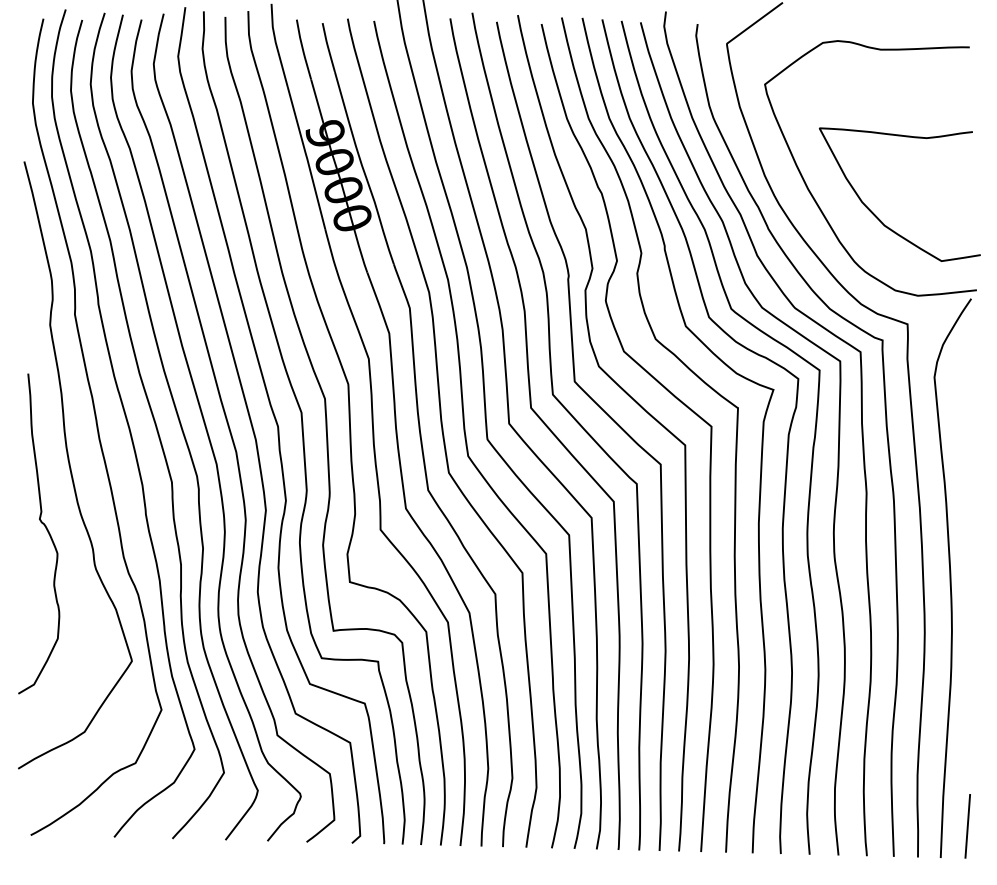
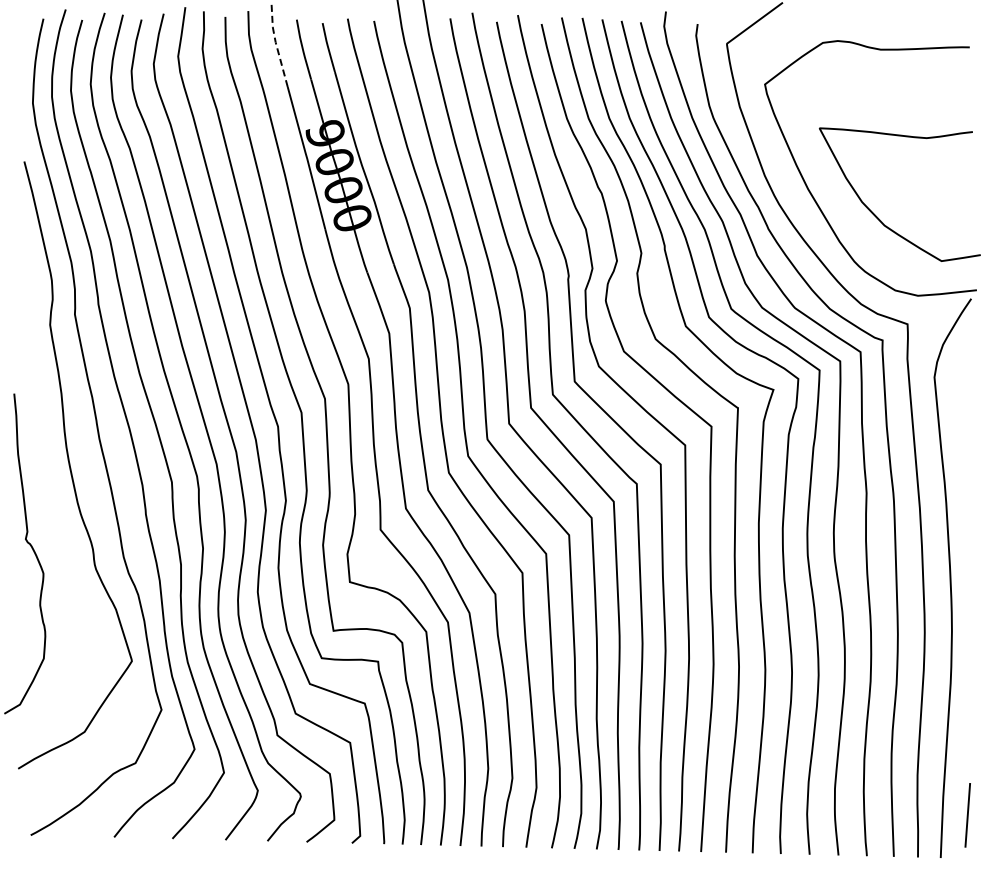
line at (276, 44): solid -> dashed
curve at (46, 530) position: (46, 530) -> (32, 550)
line at (967, 826) position: (967, 826) -> (967, 815)
